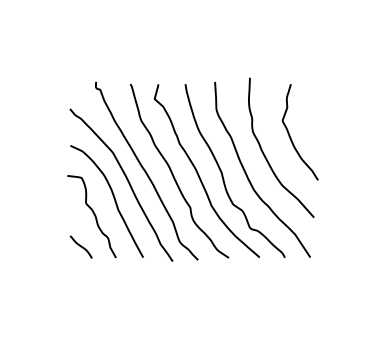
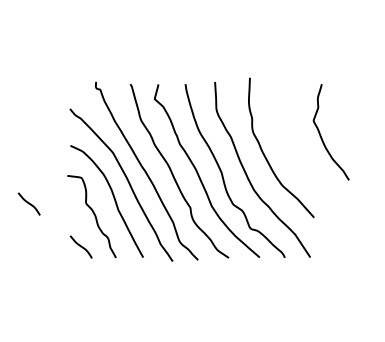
curve at (291, 137) position: (291, 137) -> (322, 137)
curve at (28, 203): none -> present
